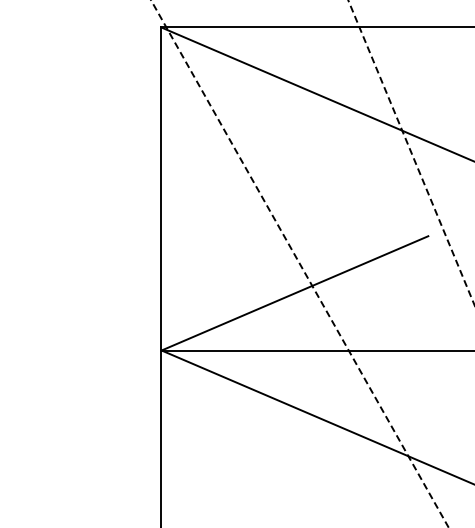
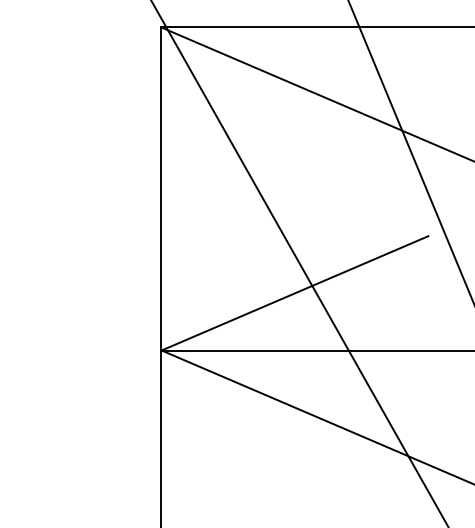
line at (411, 152): dashed -> solid
line at (300, 264): dashed -> solid
